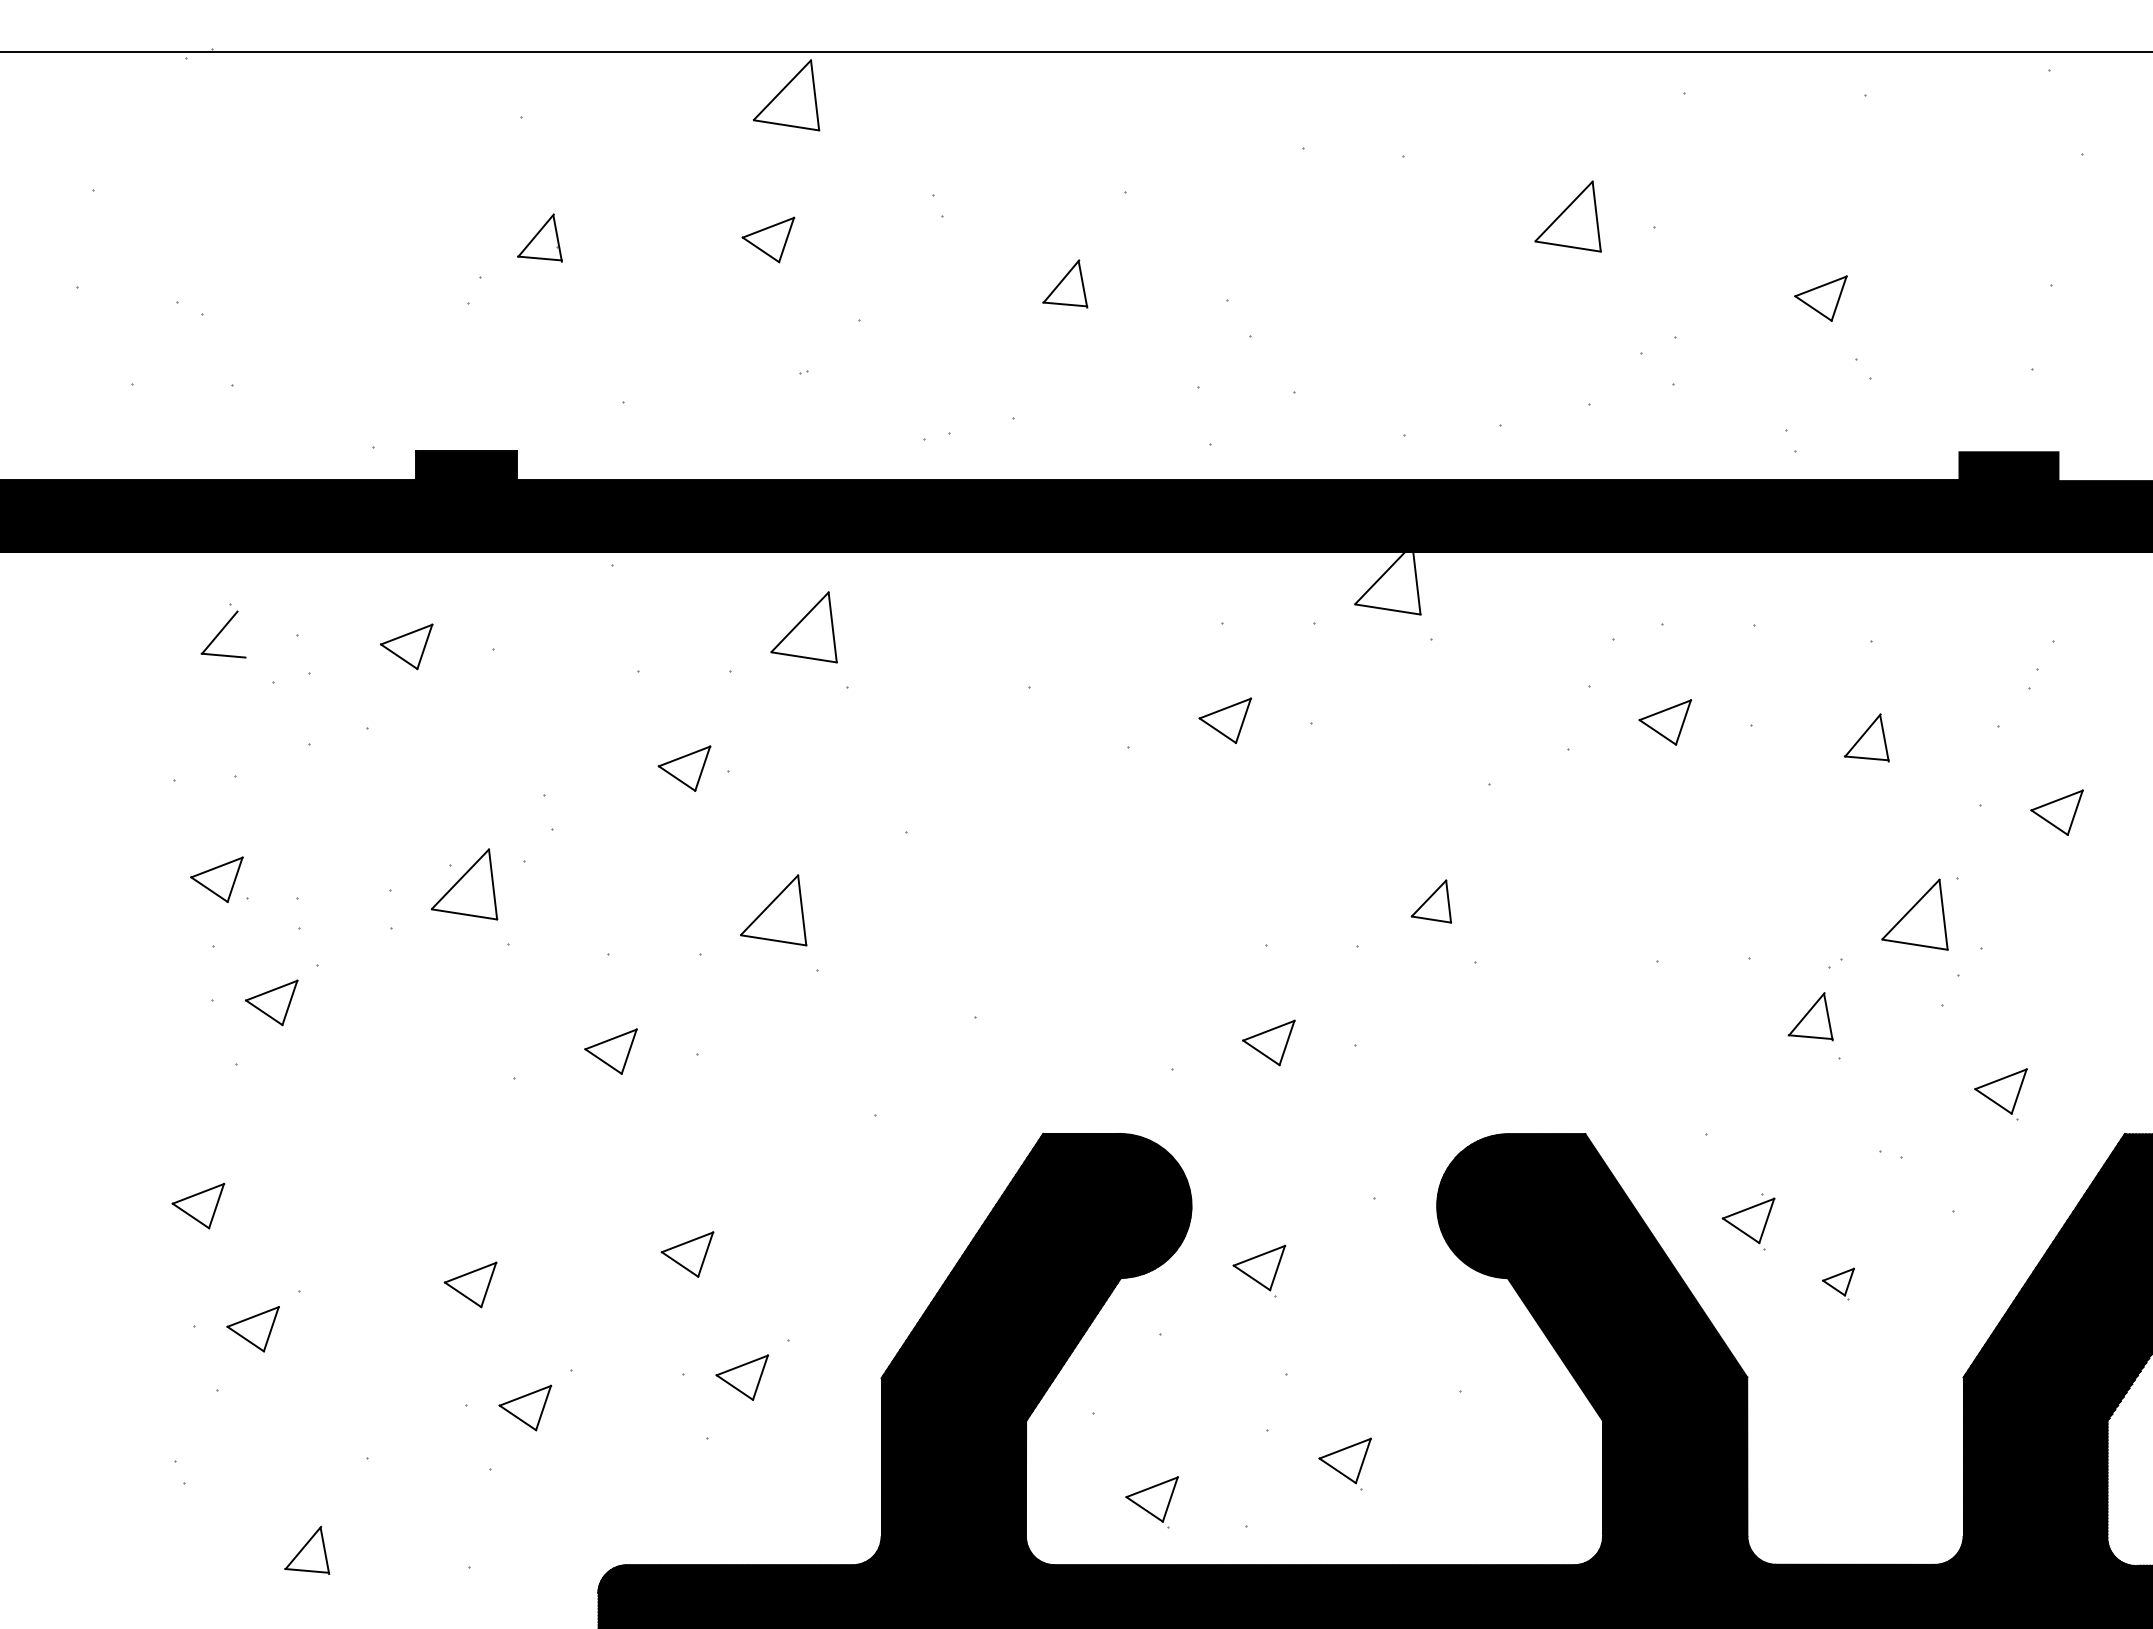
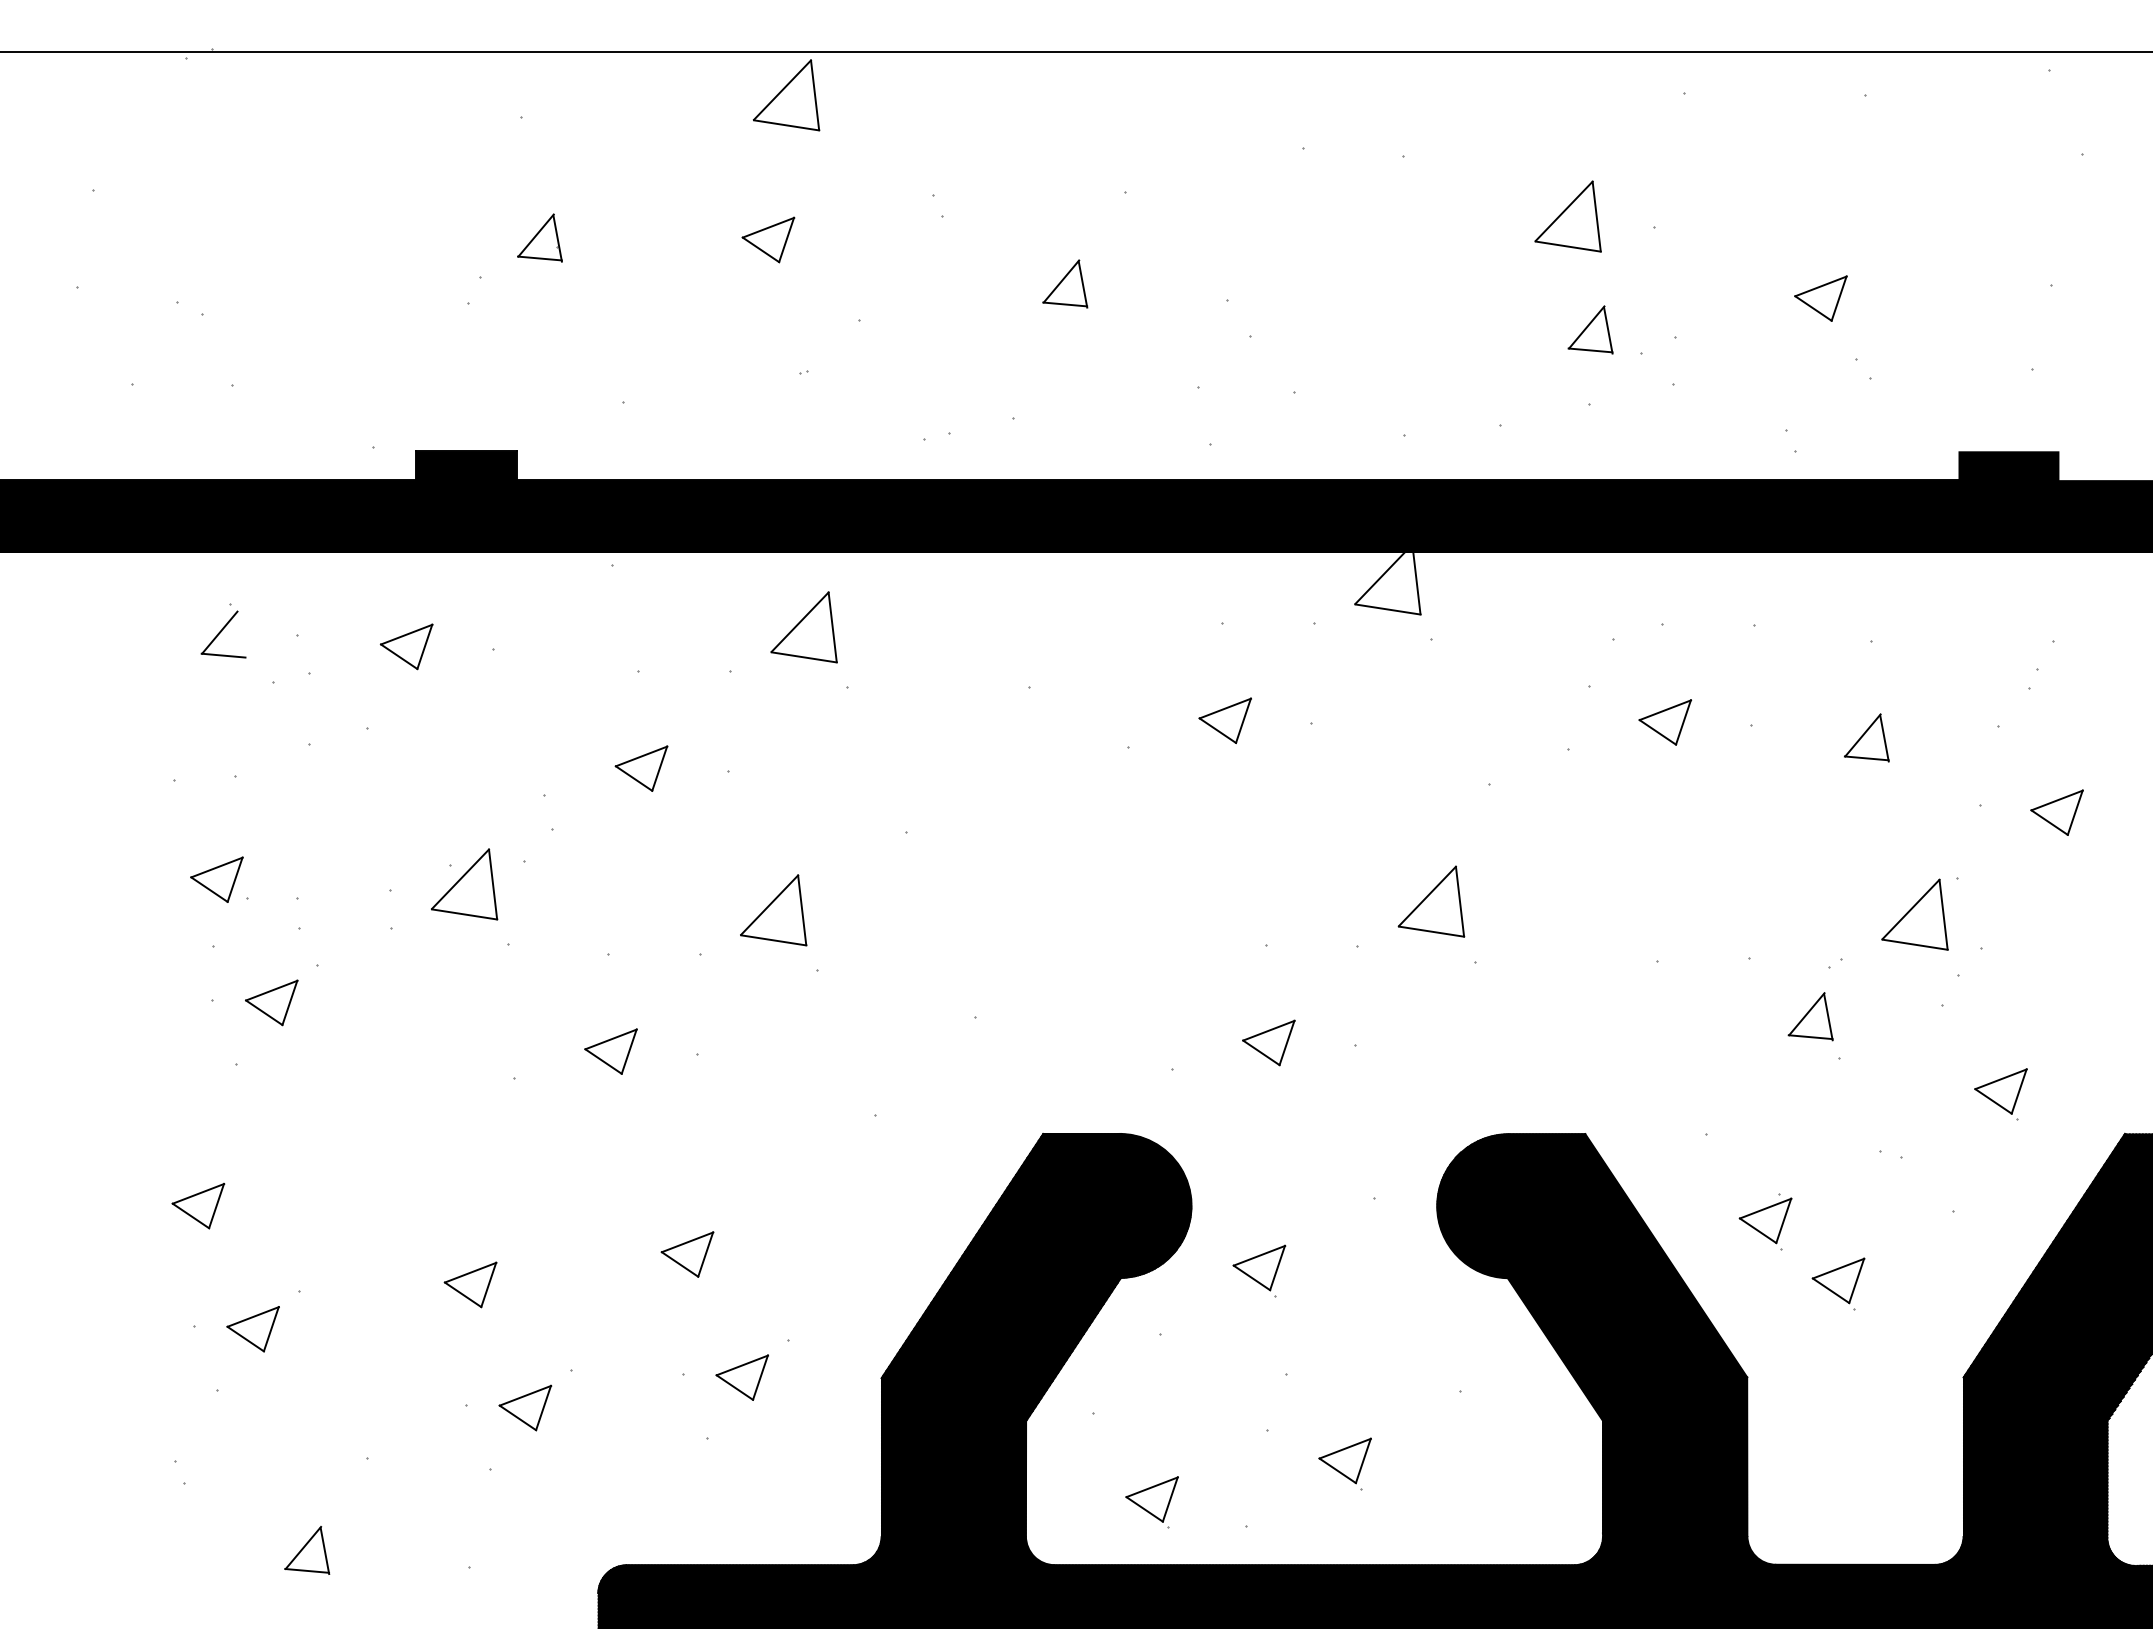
part at (1590, 329): none -> present
part at (684, 768) position: (684, 768) -> (641, 768)
part at (1430, 901) size: 42x45 px -> 69x73 px
part at (1748, 1221) position: (1748, 1221) -> (1765, 1221)
part at (1838, 1283) size: 33x34 px -> 55x54 px
